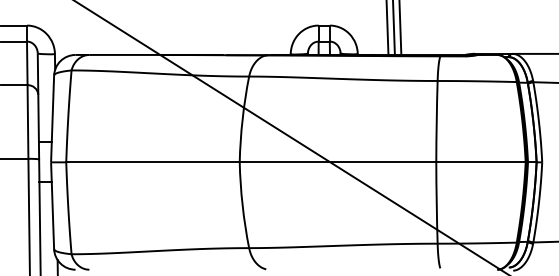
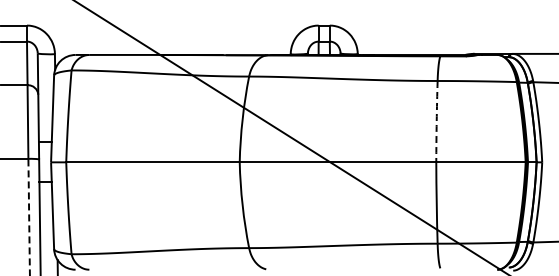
line at (387, 28): present -> none
line at (393, 28): present -> none
line at (400, 28): present -> none
arc at (436, 121): solid -> dashed
line at (29, 216): solid -> dashed
